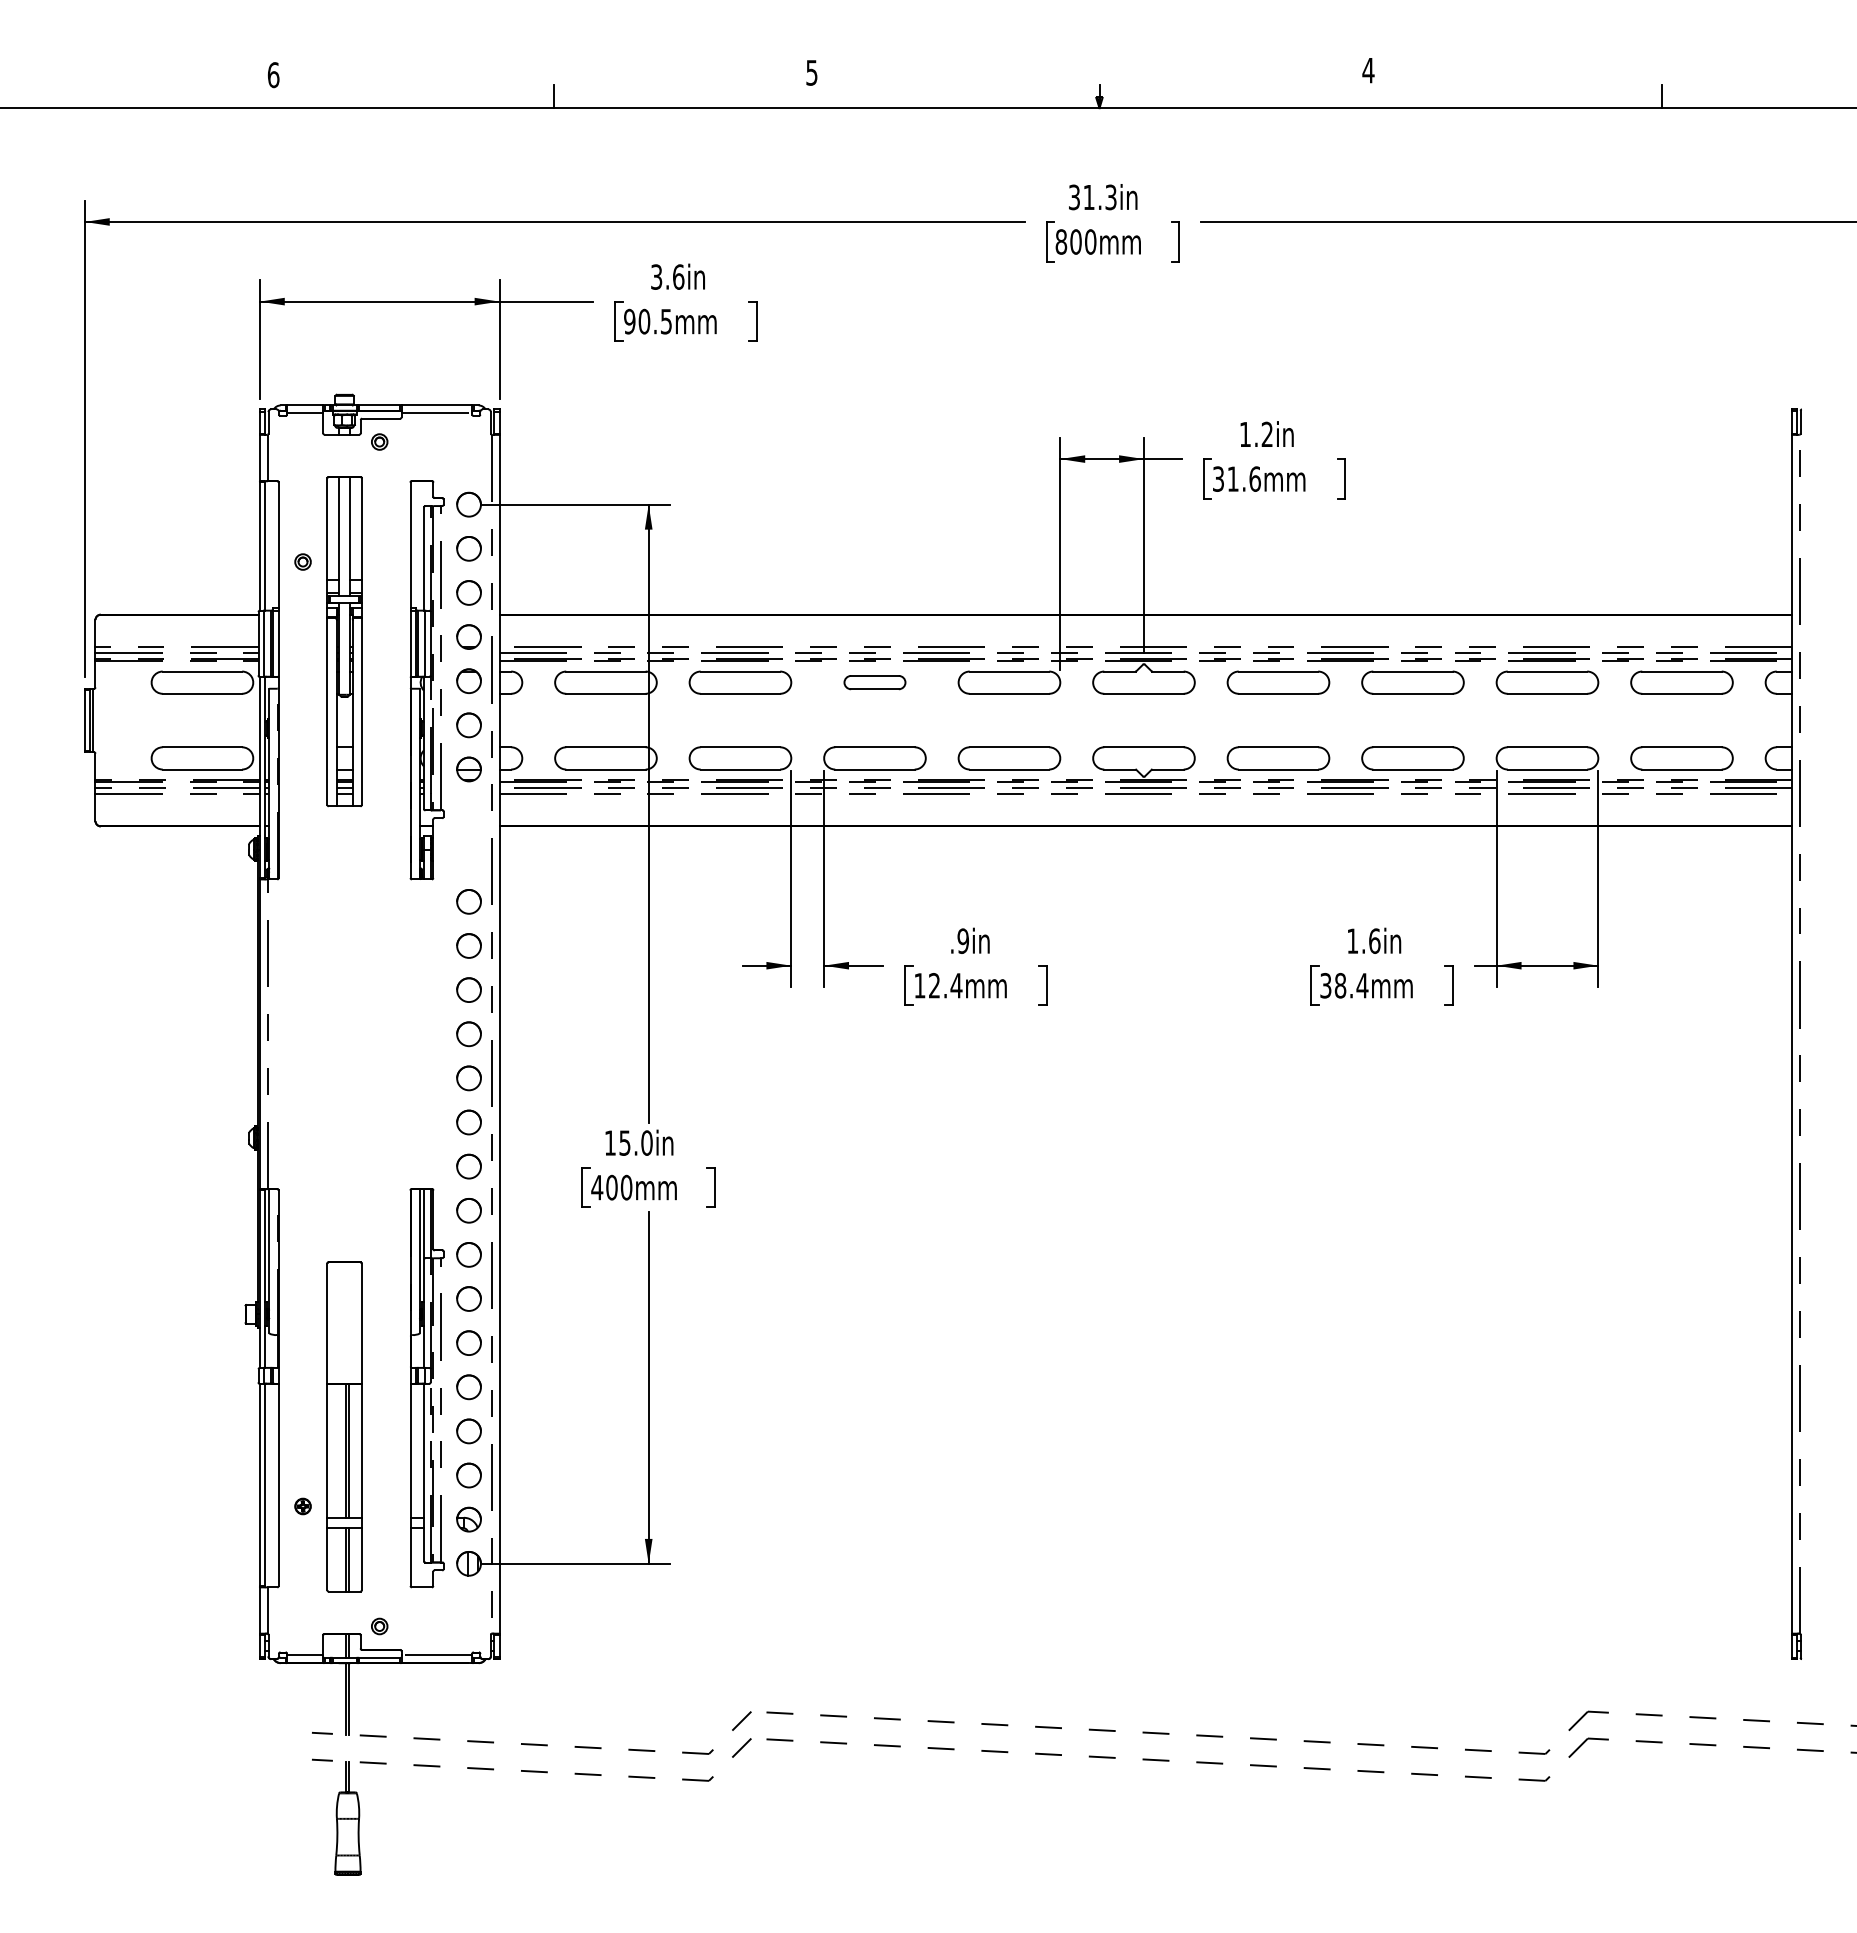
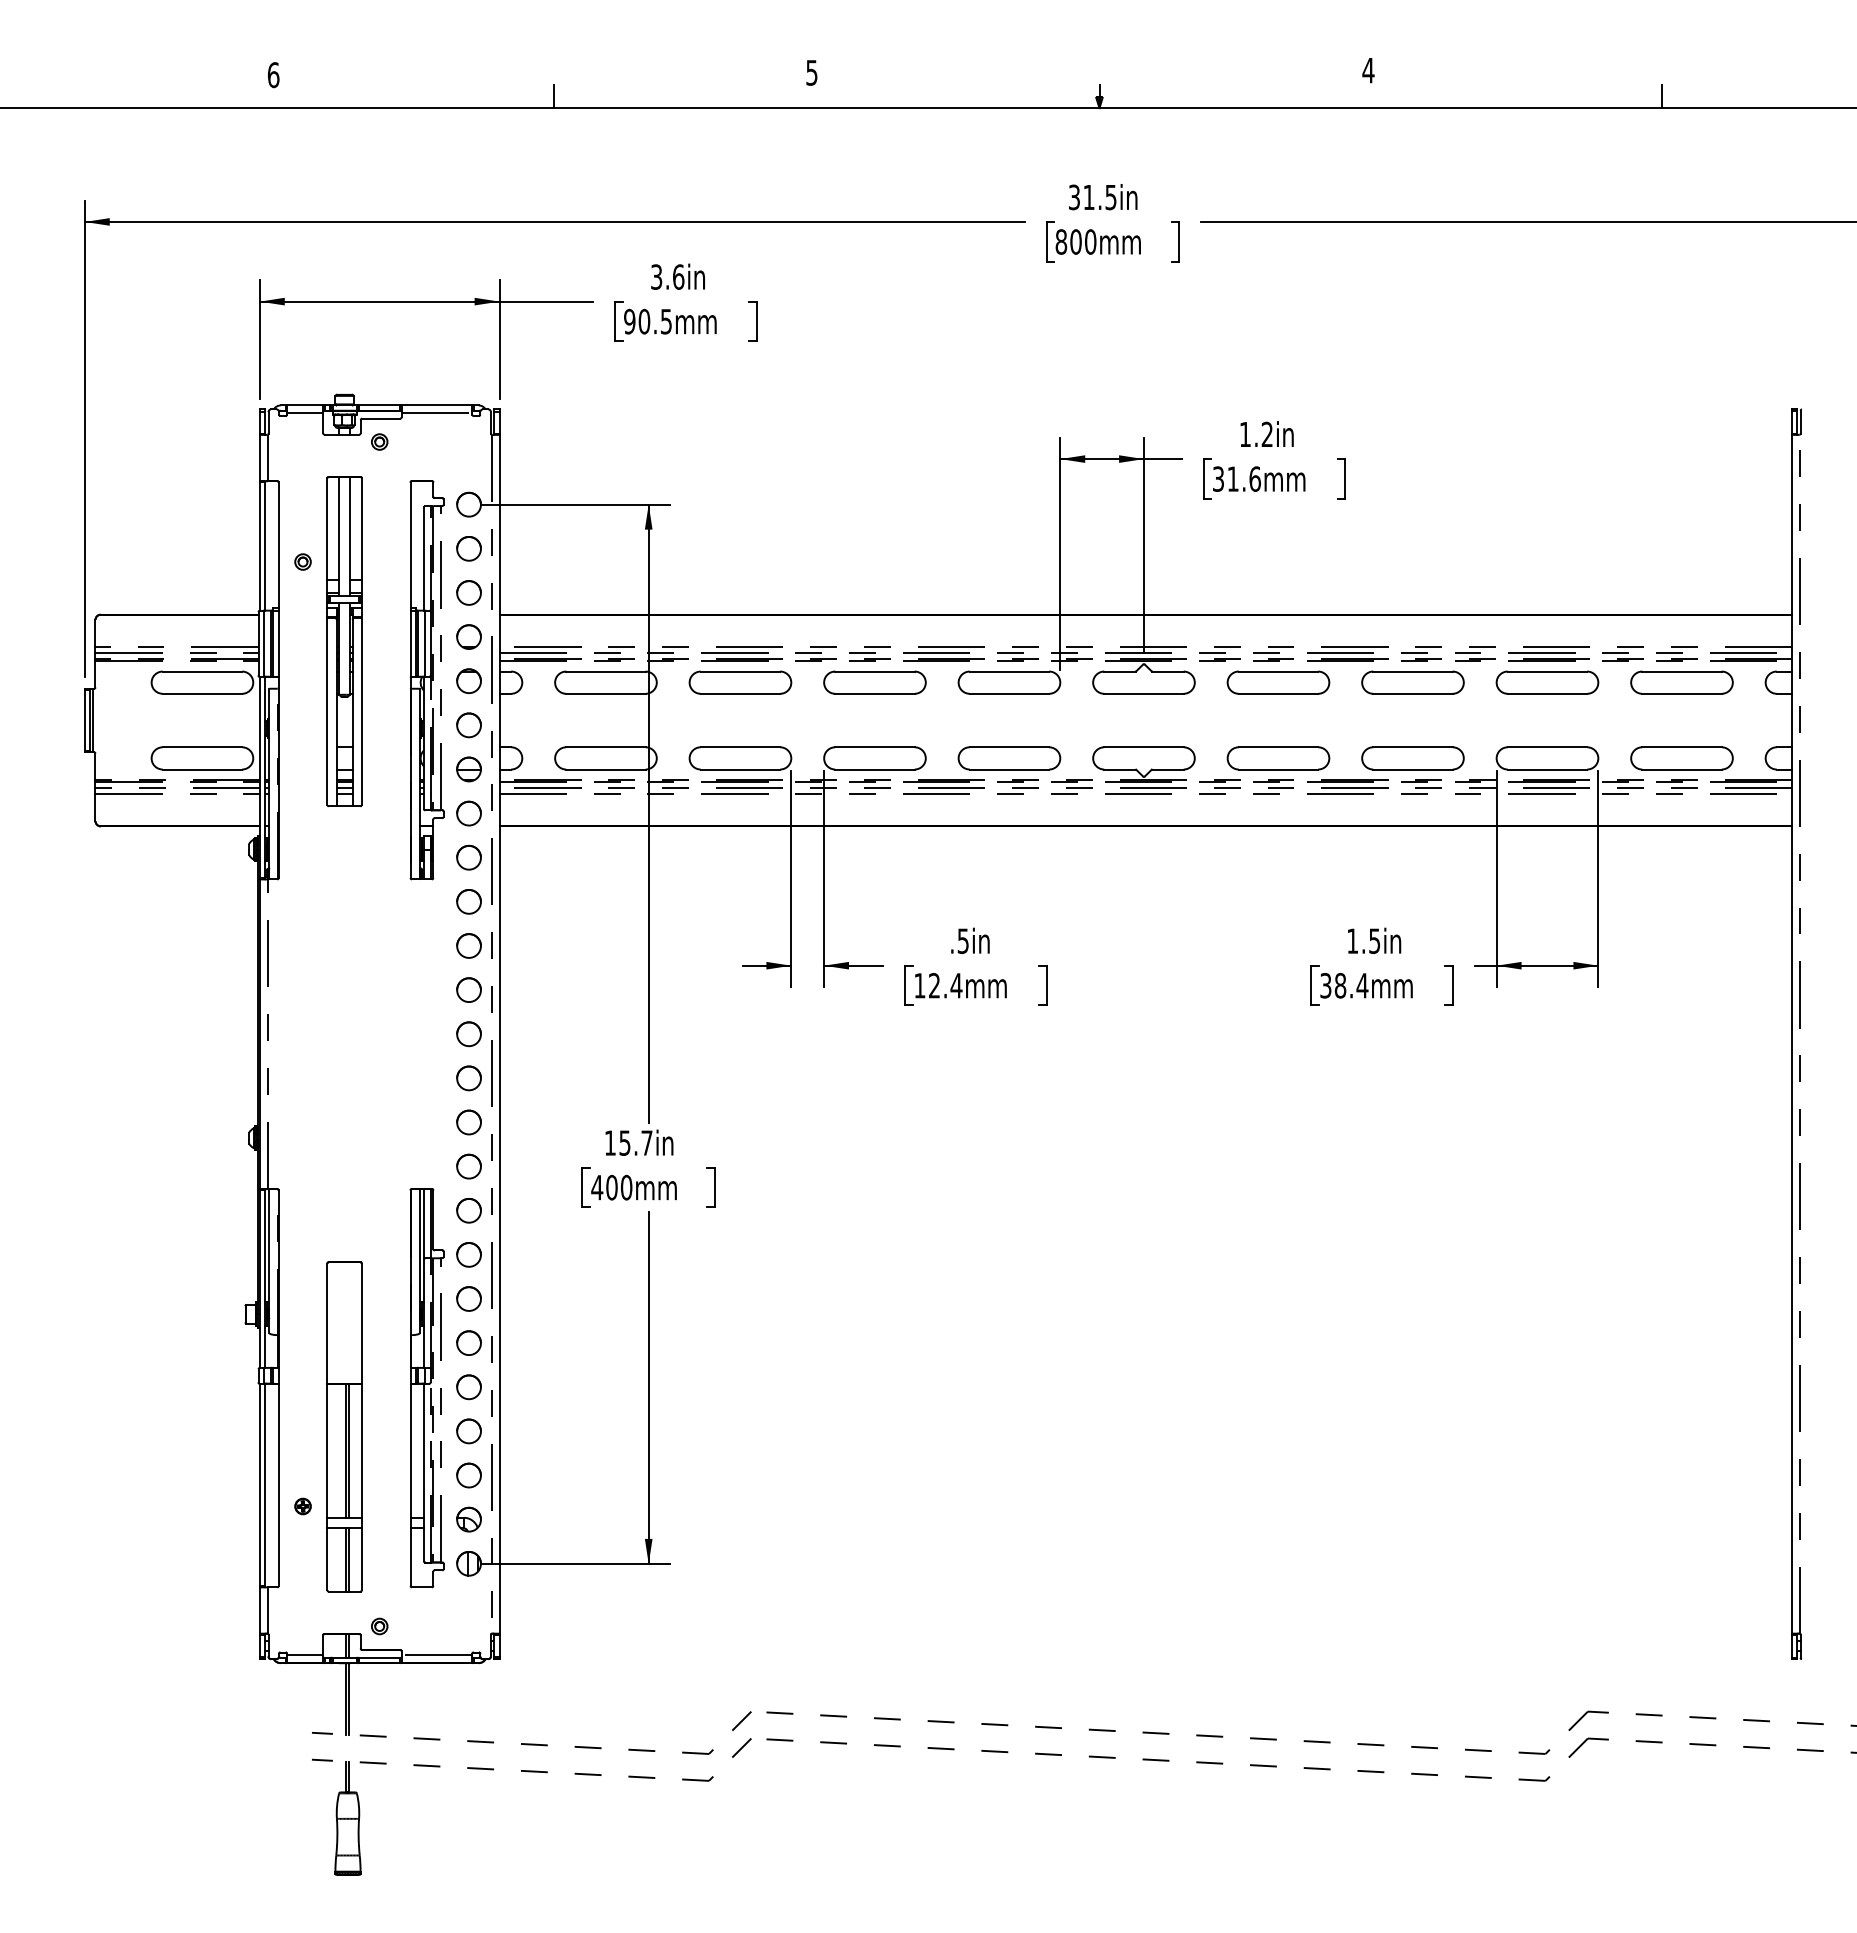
text at (1111, 196): 31.3in -> 31.5in
part at (874, 682) size: 64x16 px -> 104x25 px
part at (468, 813): none -> present
part at (468, 857): none -> present
text at (962, 940): .9in -> .5in
text at (1374, 941): 1.6in -> 1.5in
text at (646, 1142): 15.0in -> 15.7in
